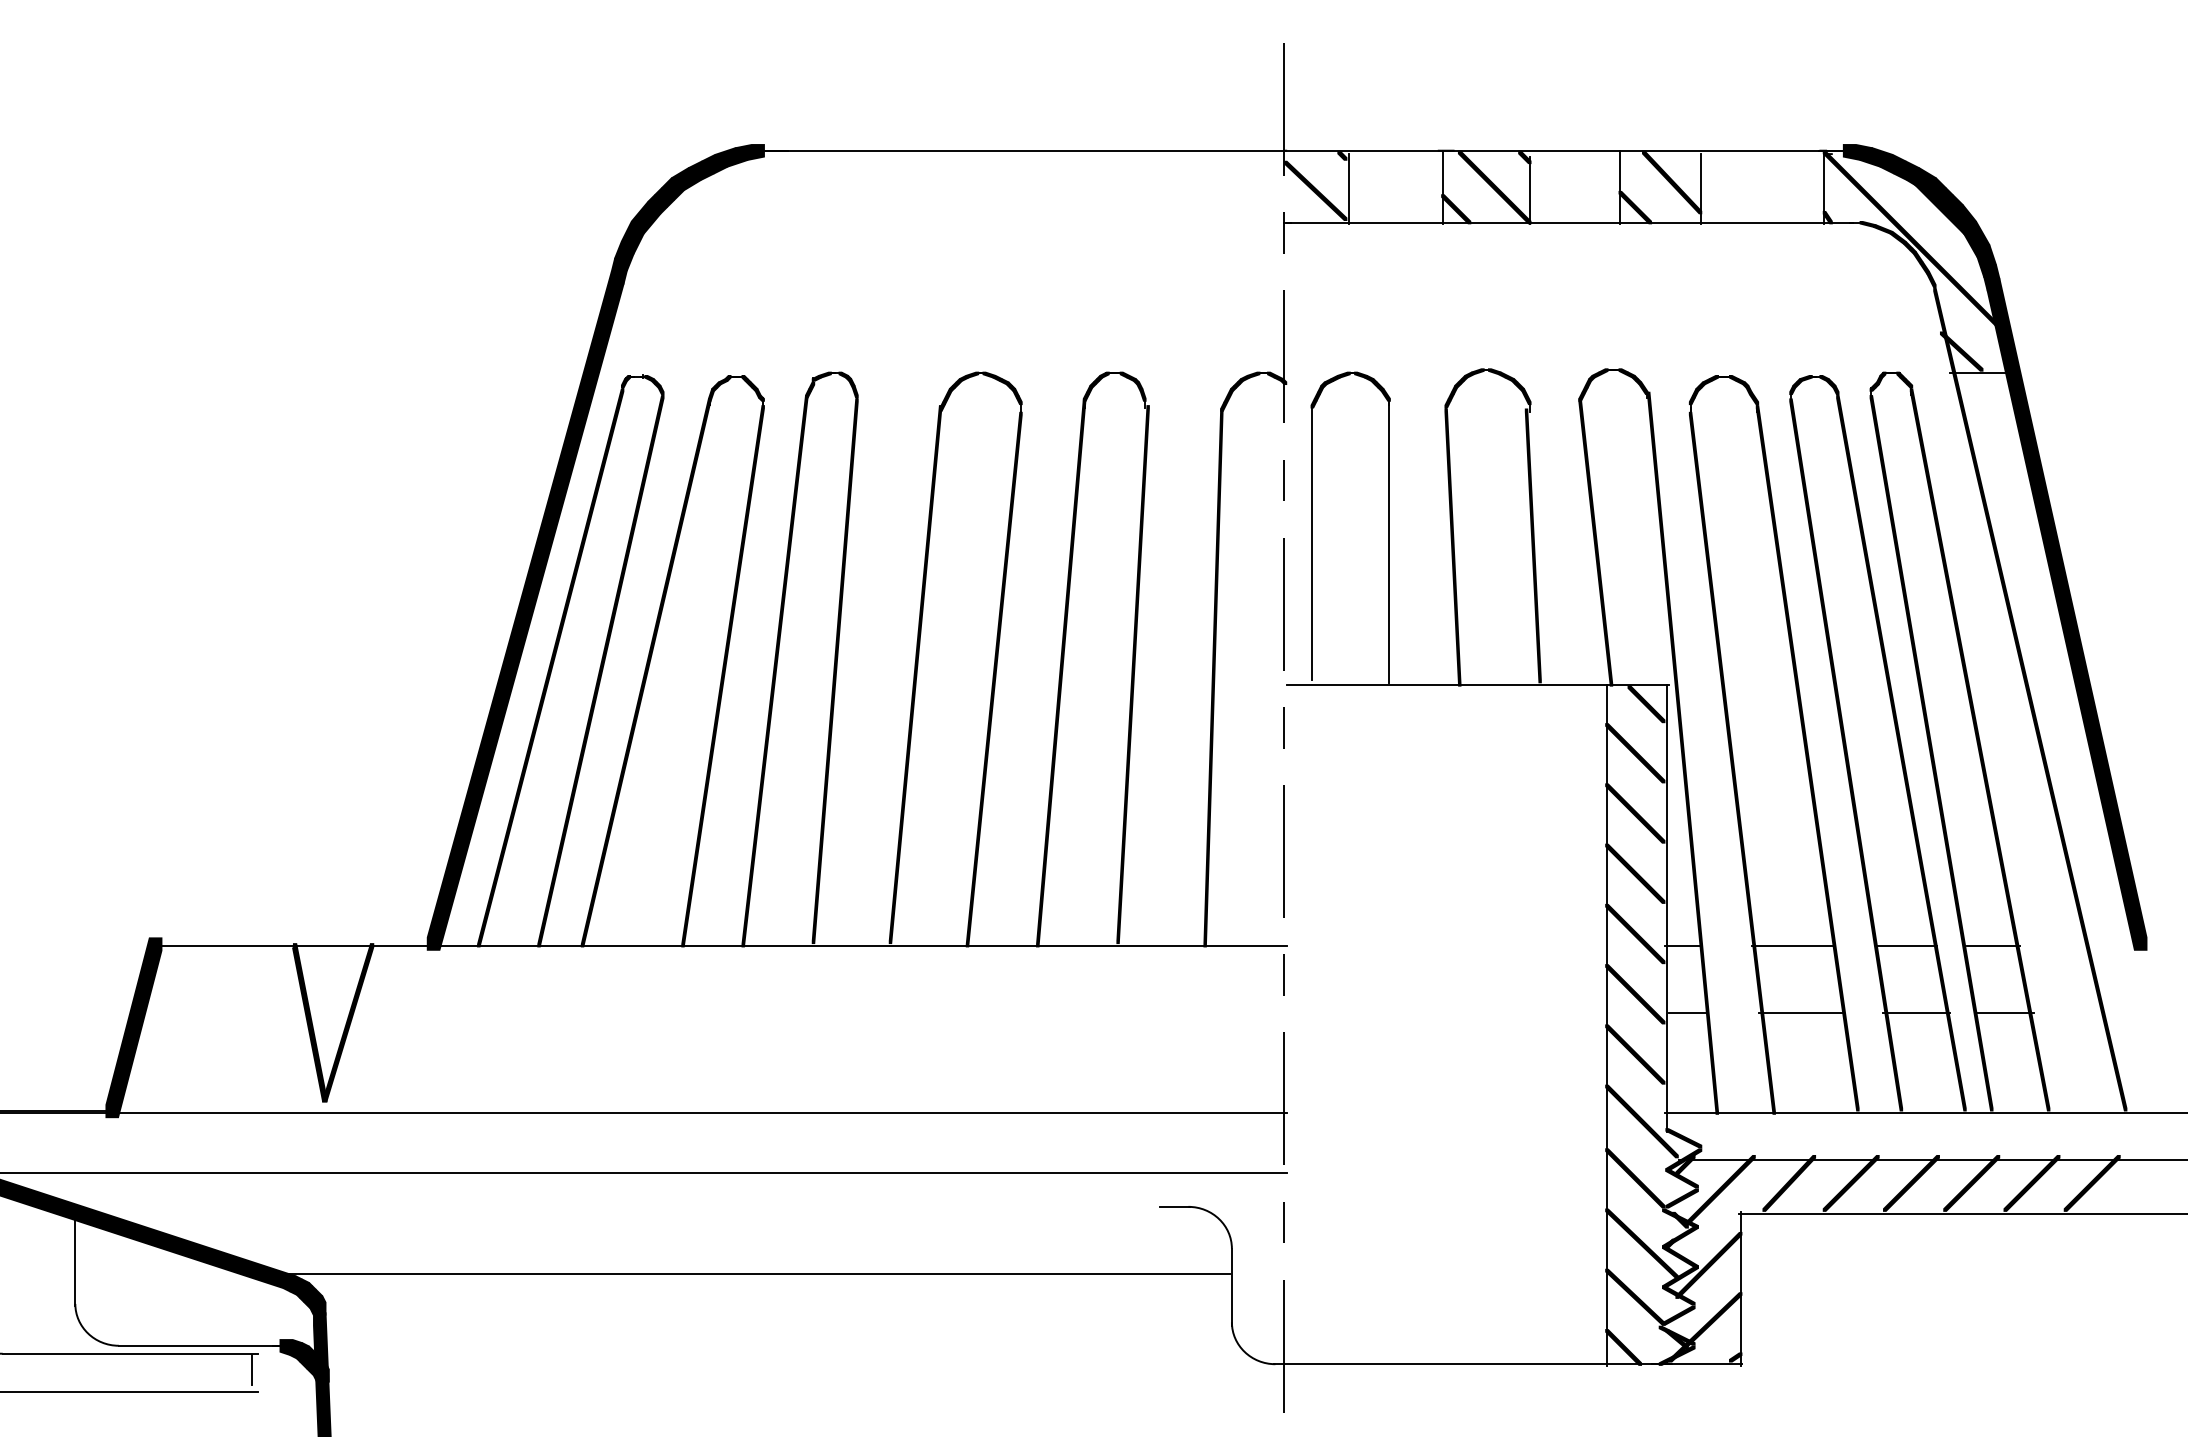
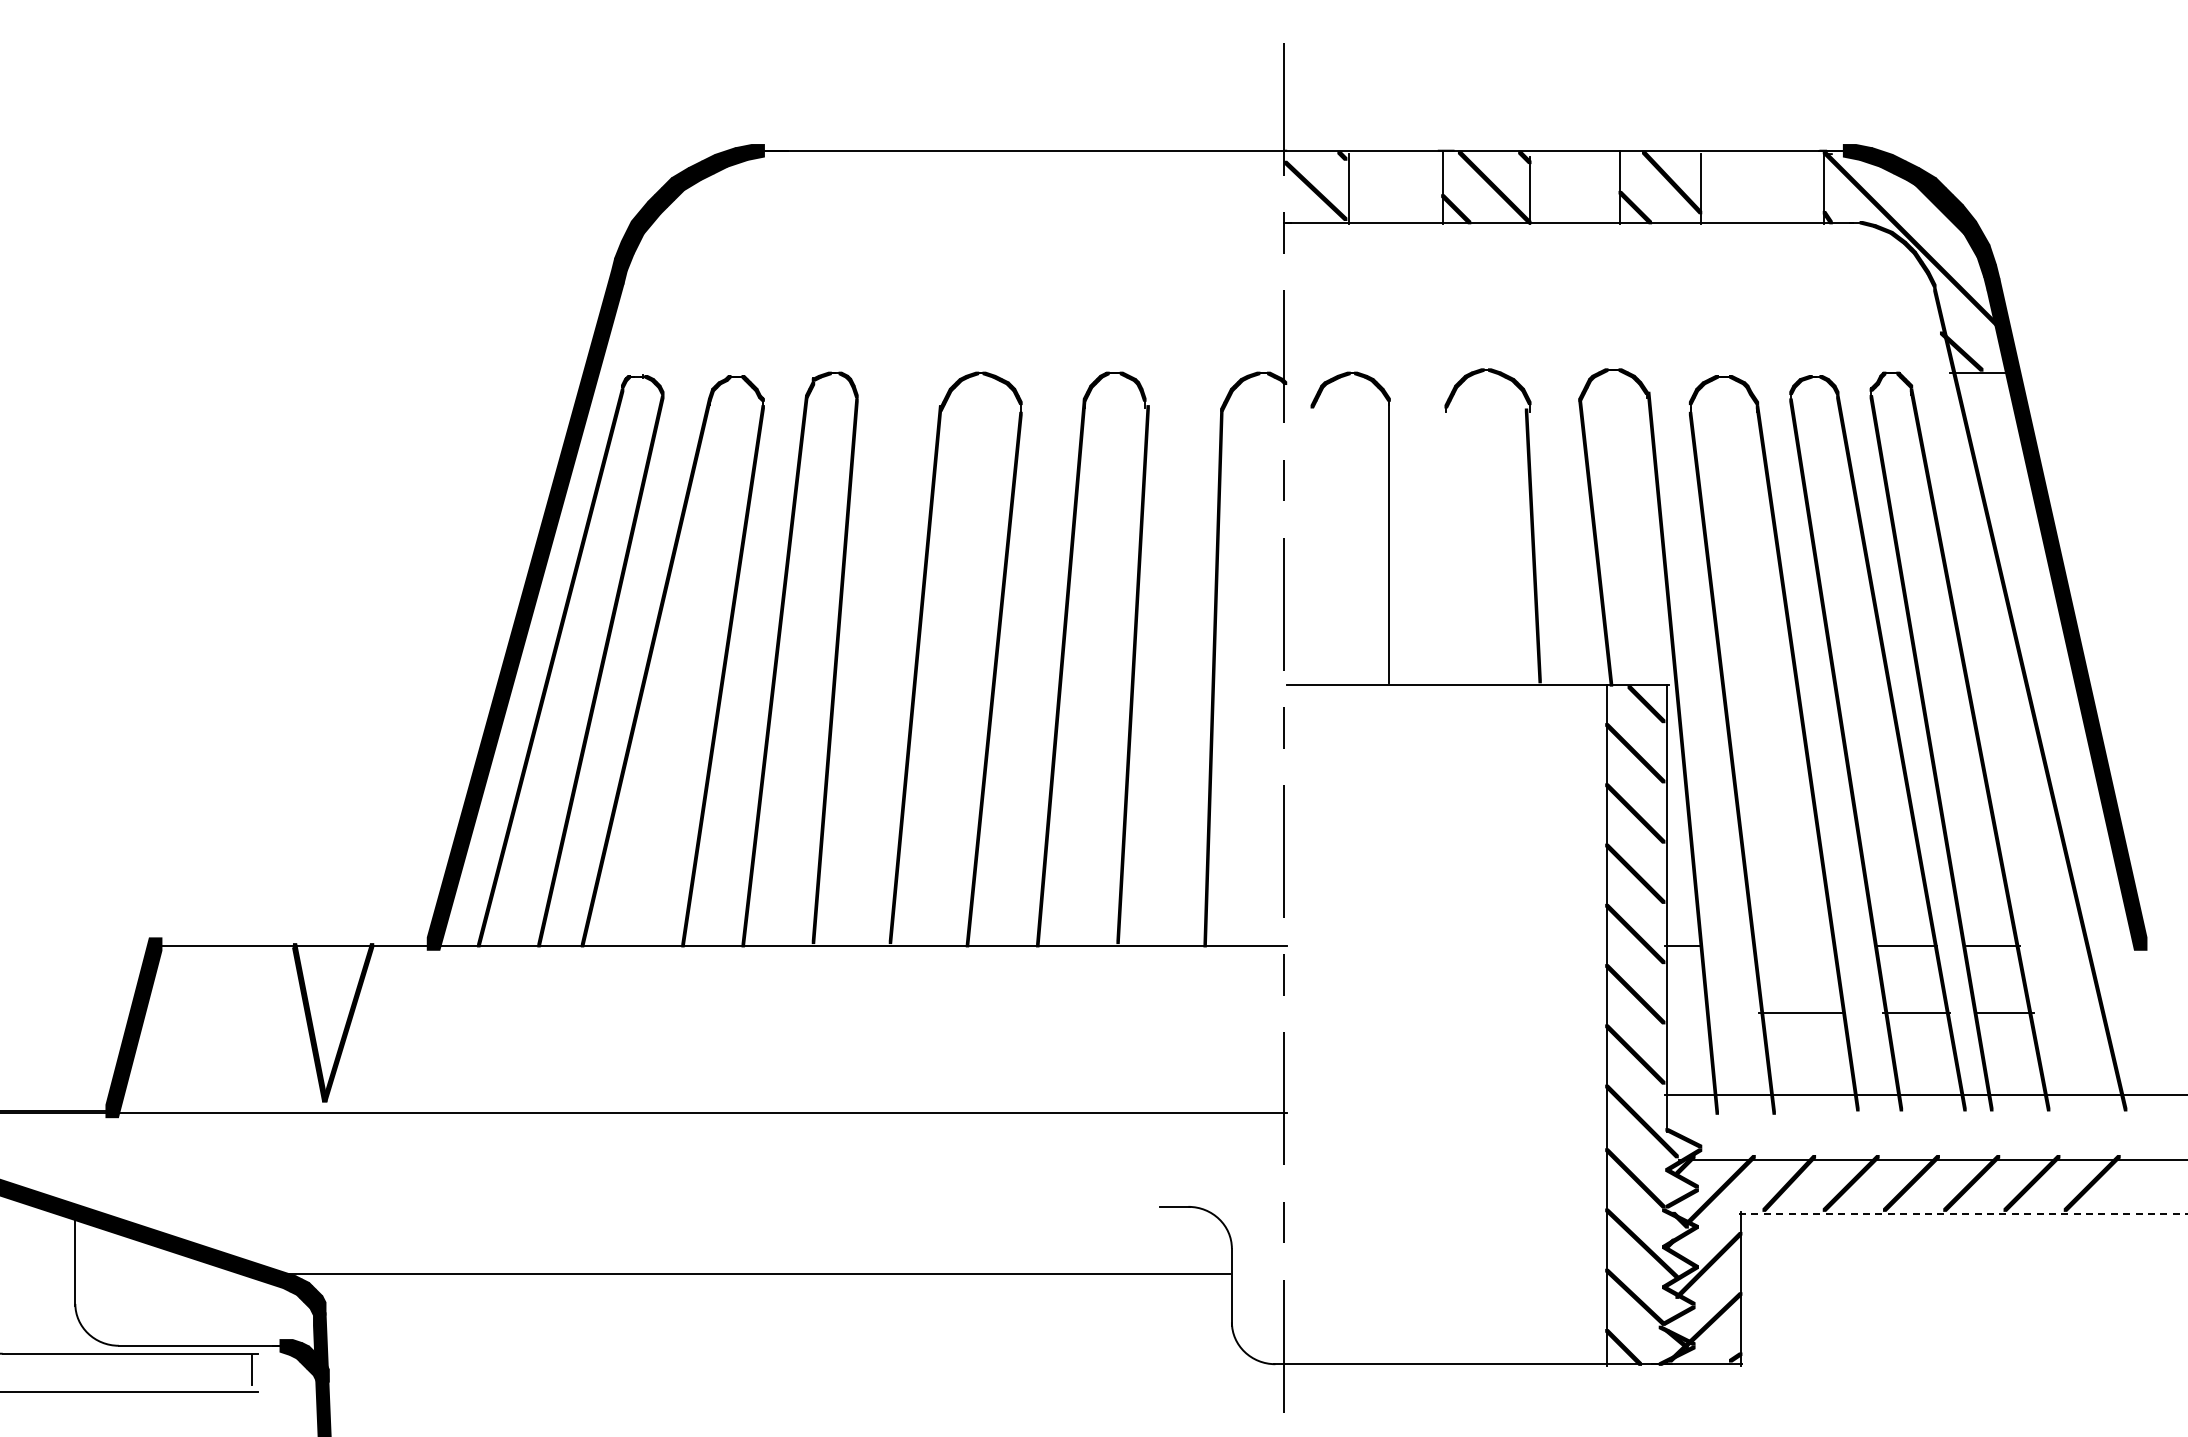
line at (1312, 543): present -> none
fill at (1452, 547): present -> none
line at (1792, 945): present -> none
line at (1686, 1012): present -> none
line at (1924, 1113) position: (1924, 1113) -> (1924, 1095)
line at (644, 1173): present -> none
line at (1963, 1213): solid -> dashed
